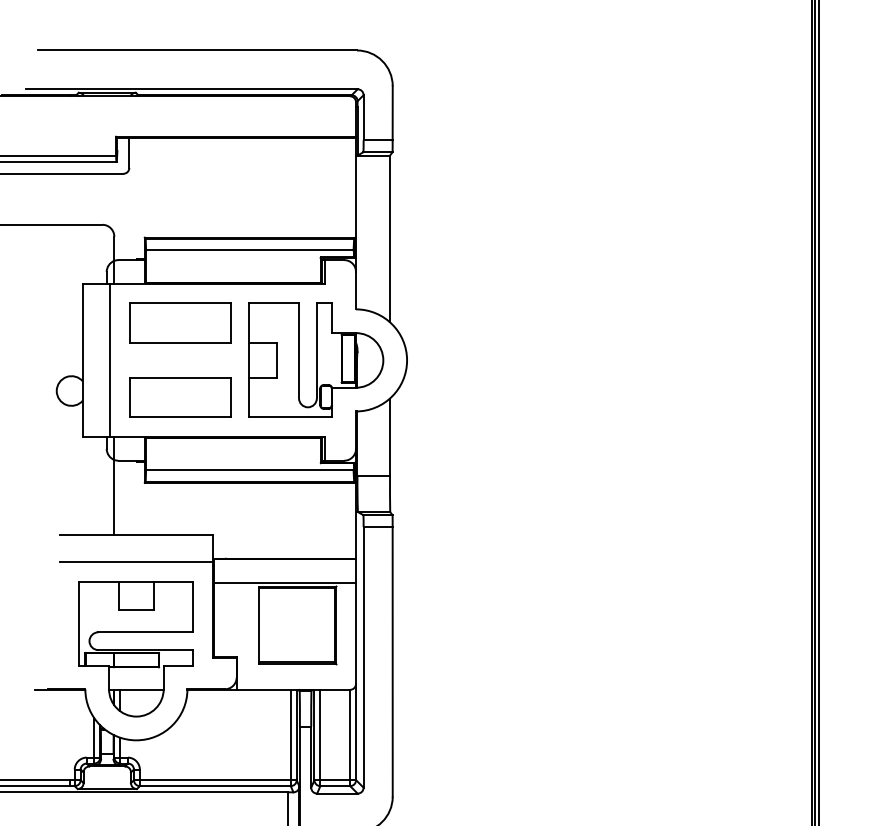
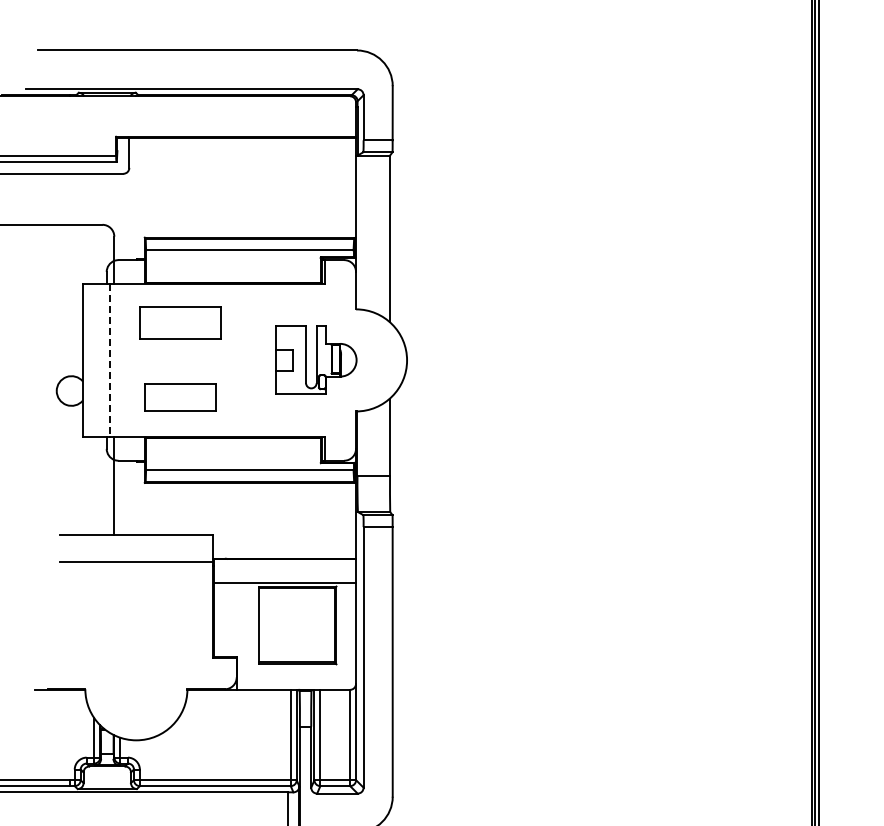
part at (180, 322) size: 103x42 px -> 83x34 px
part at (316, 359) size: 137x116 px -> 83x70 px
line at (110, 360): solid -> dashed
part at (180, 397) size: 103x41 px -> 73x29 px
part at (135, 649): present -> none
